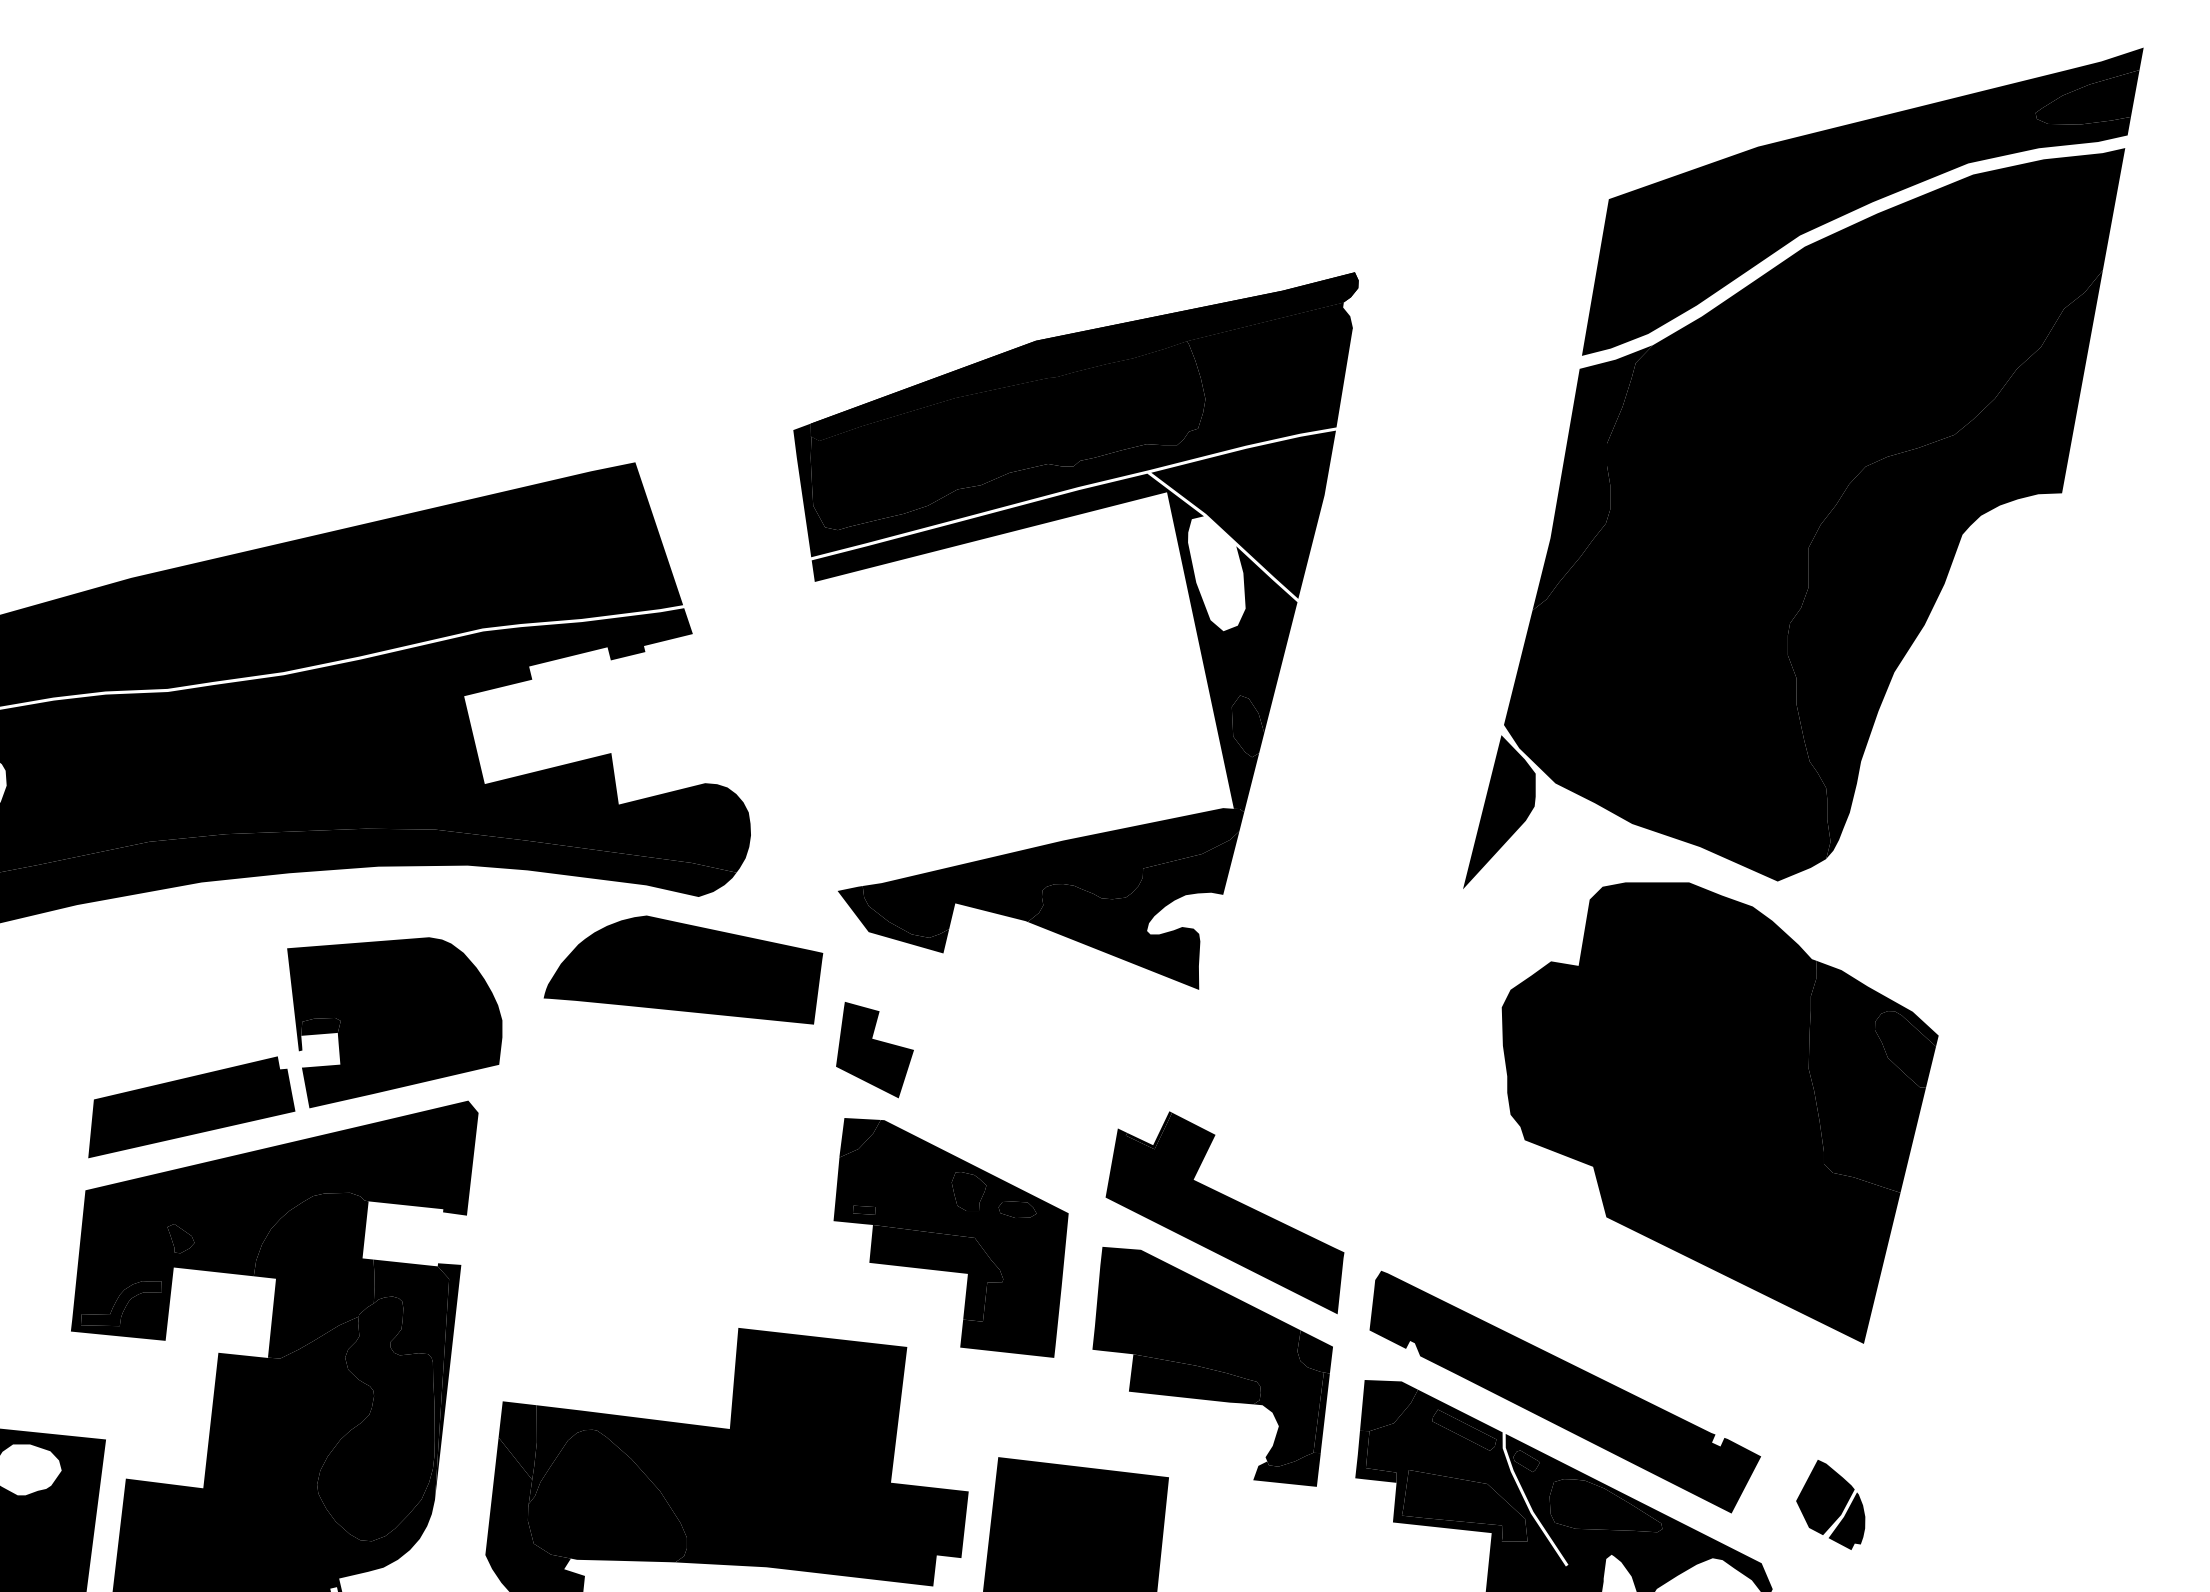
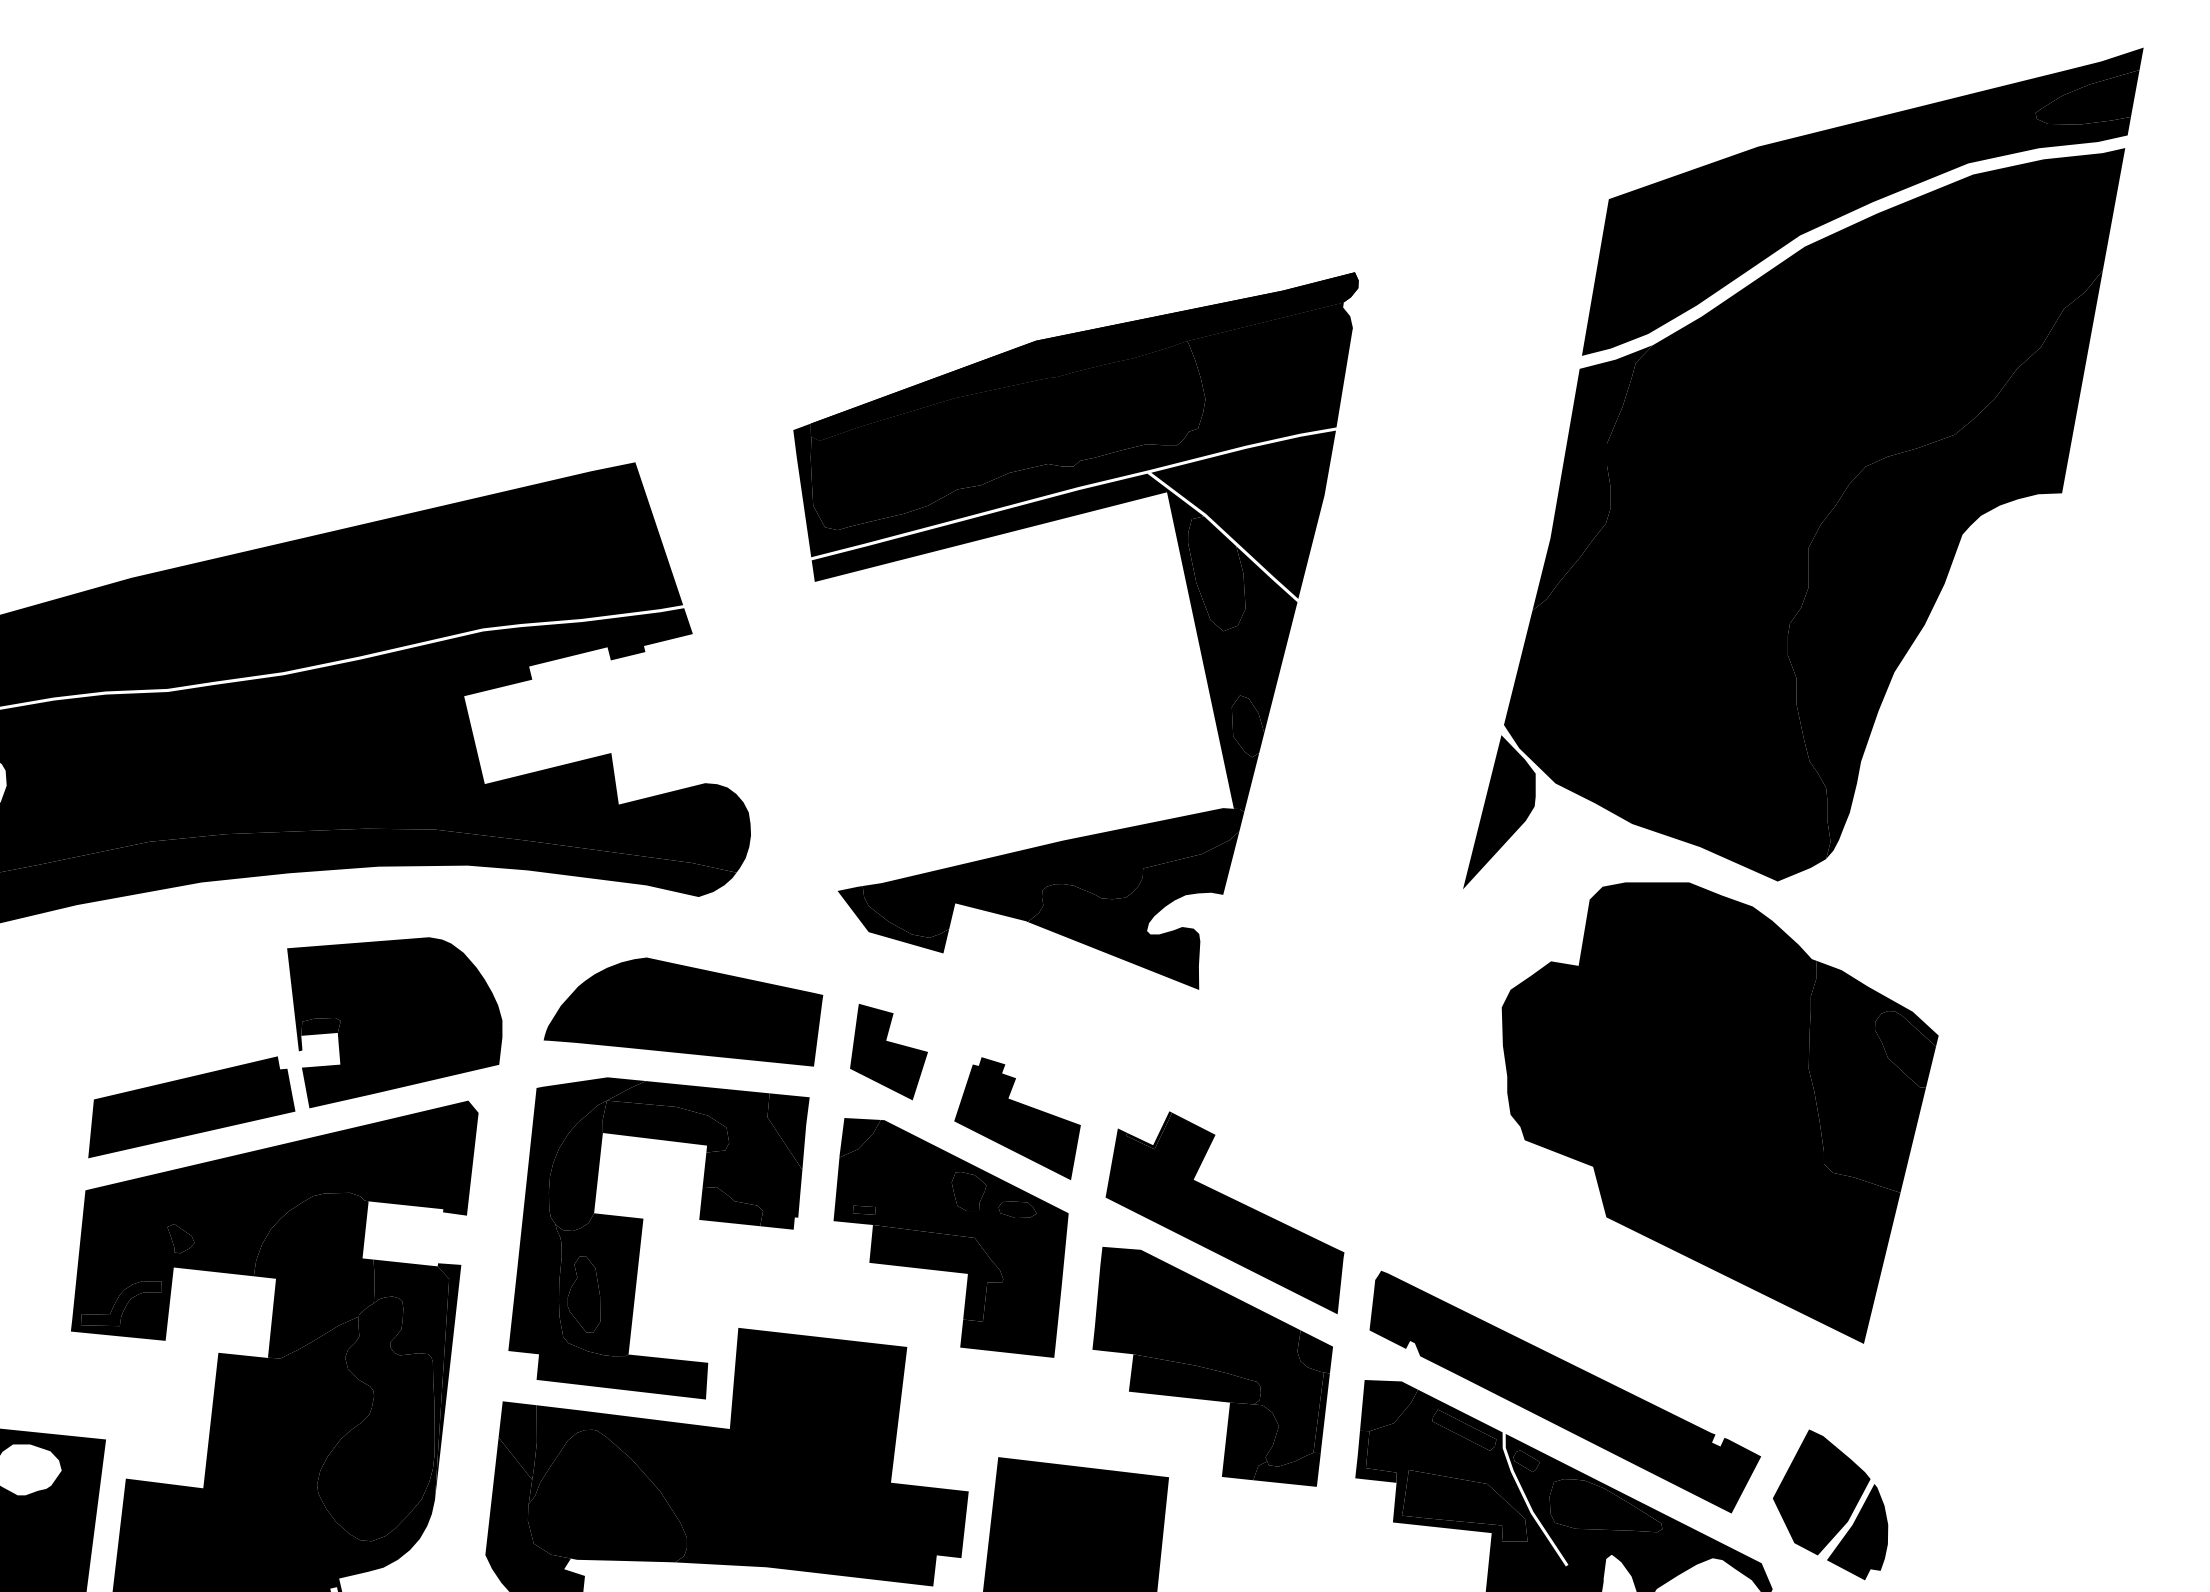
fill at (1216, 573): none -> present
part at (683, 969) position: (683, 969) -> (683, 1011)
part at (874, 1050) position: (874, 1050) -> (888, 1052)
fill at (1017, 1118): none -> present
part at (641, 1238): none -> present
fill at (1249, 1441): none -> present
part at (1830, 1504) size: 70x90 px -> 116x152 px
